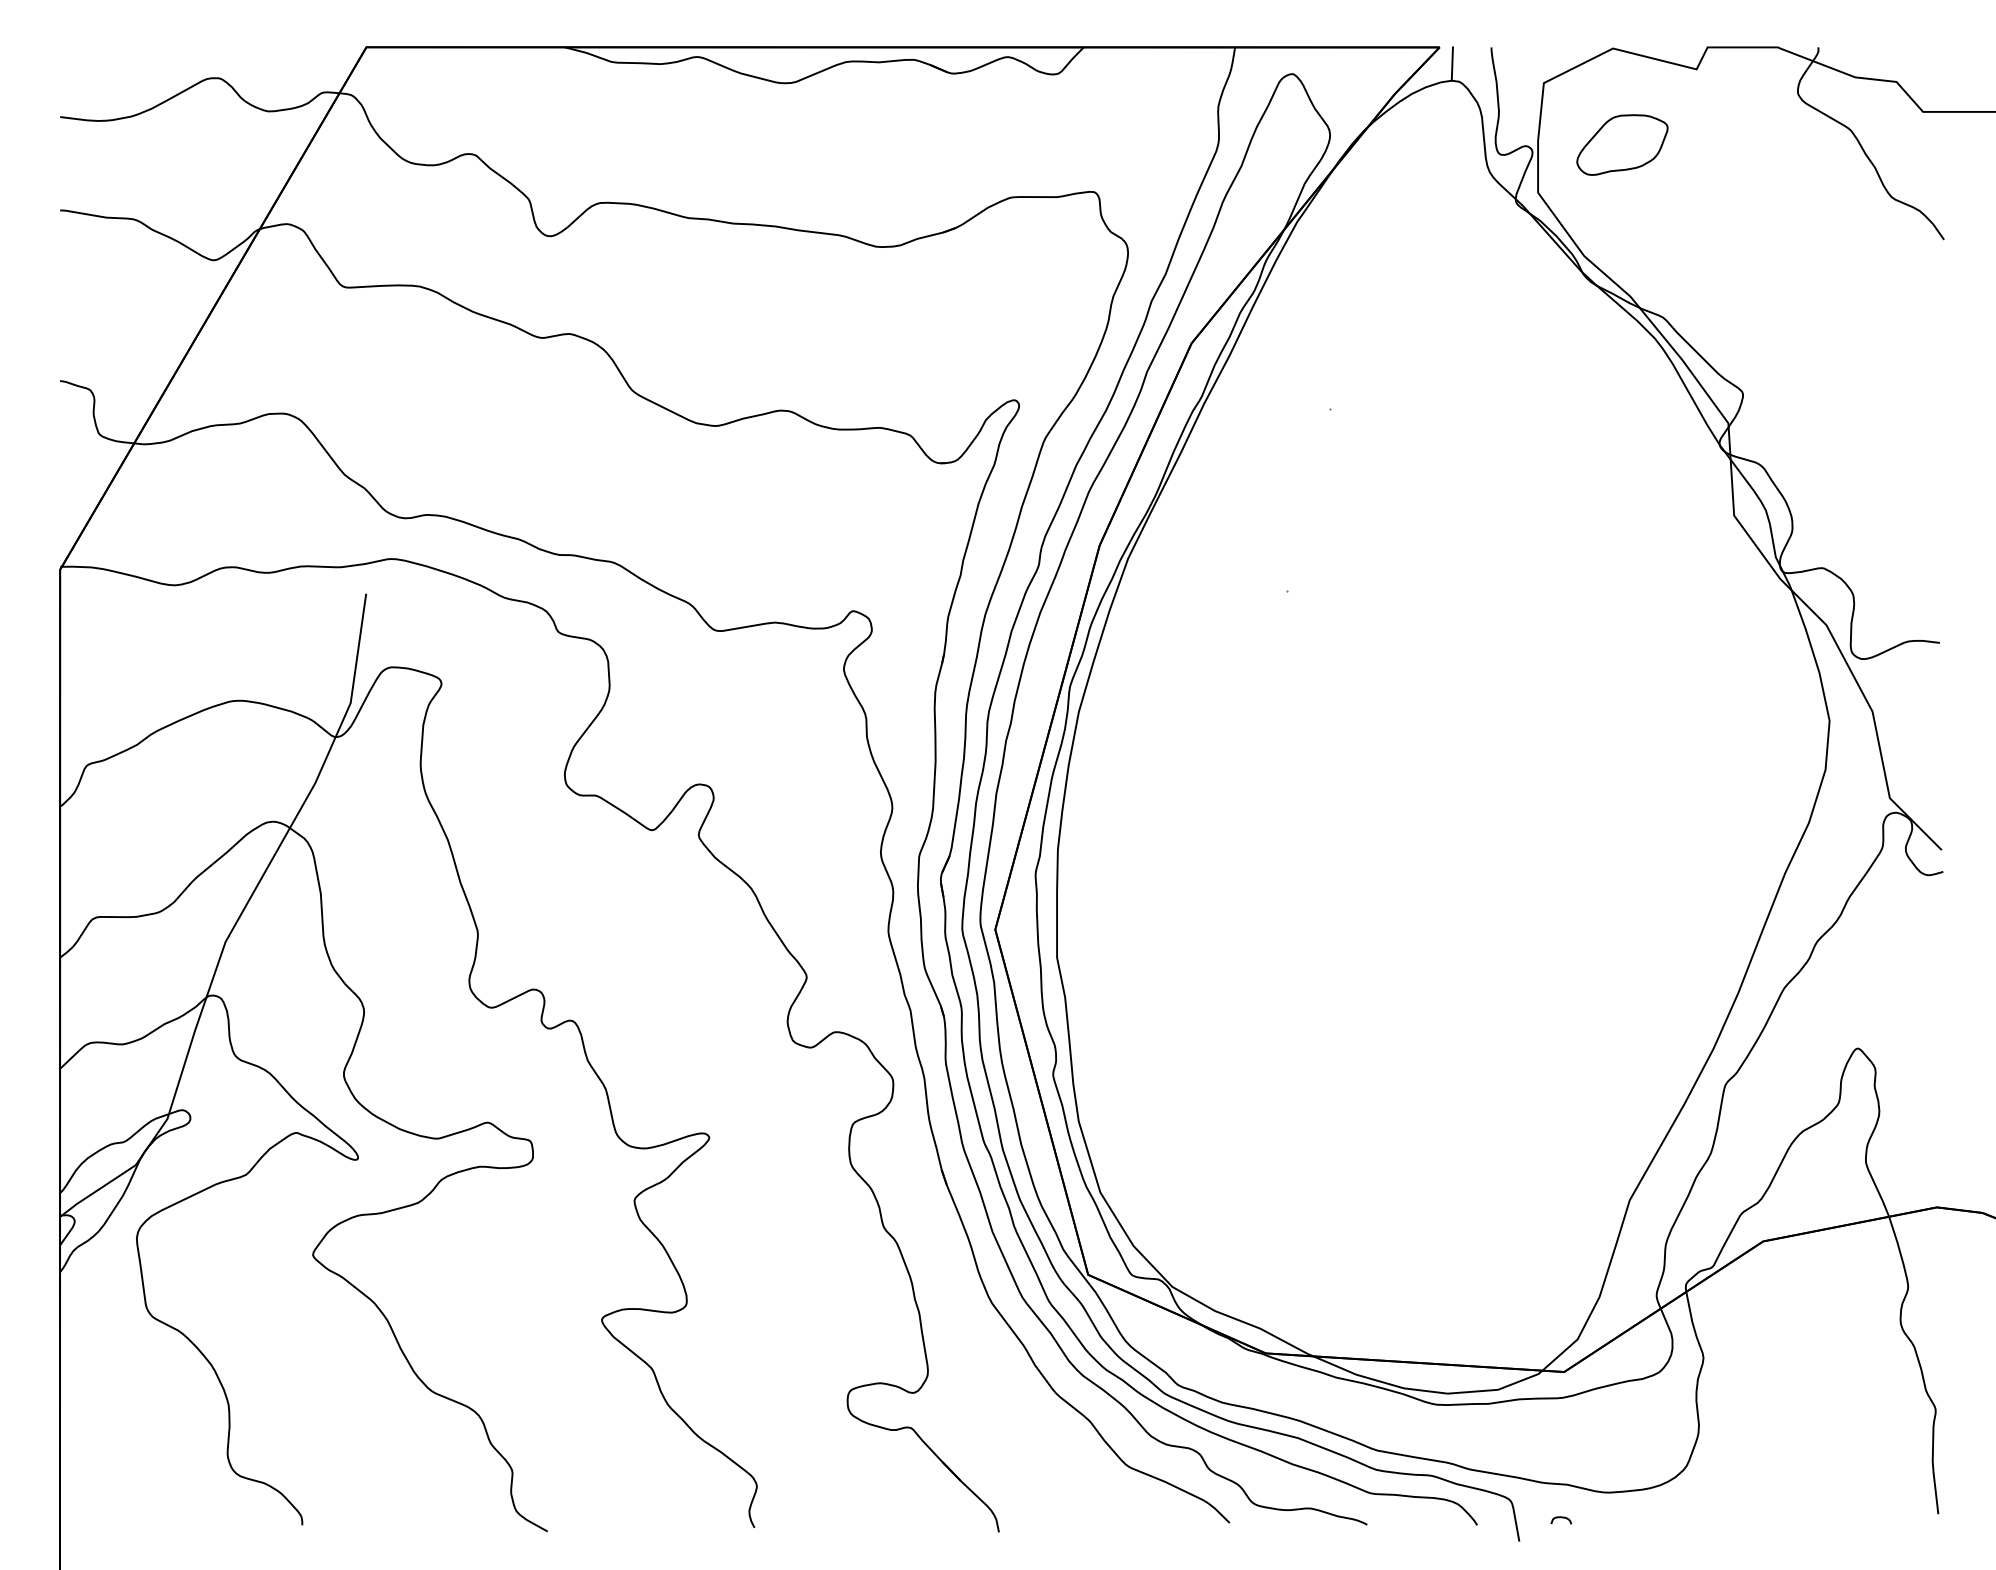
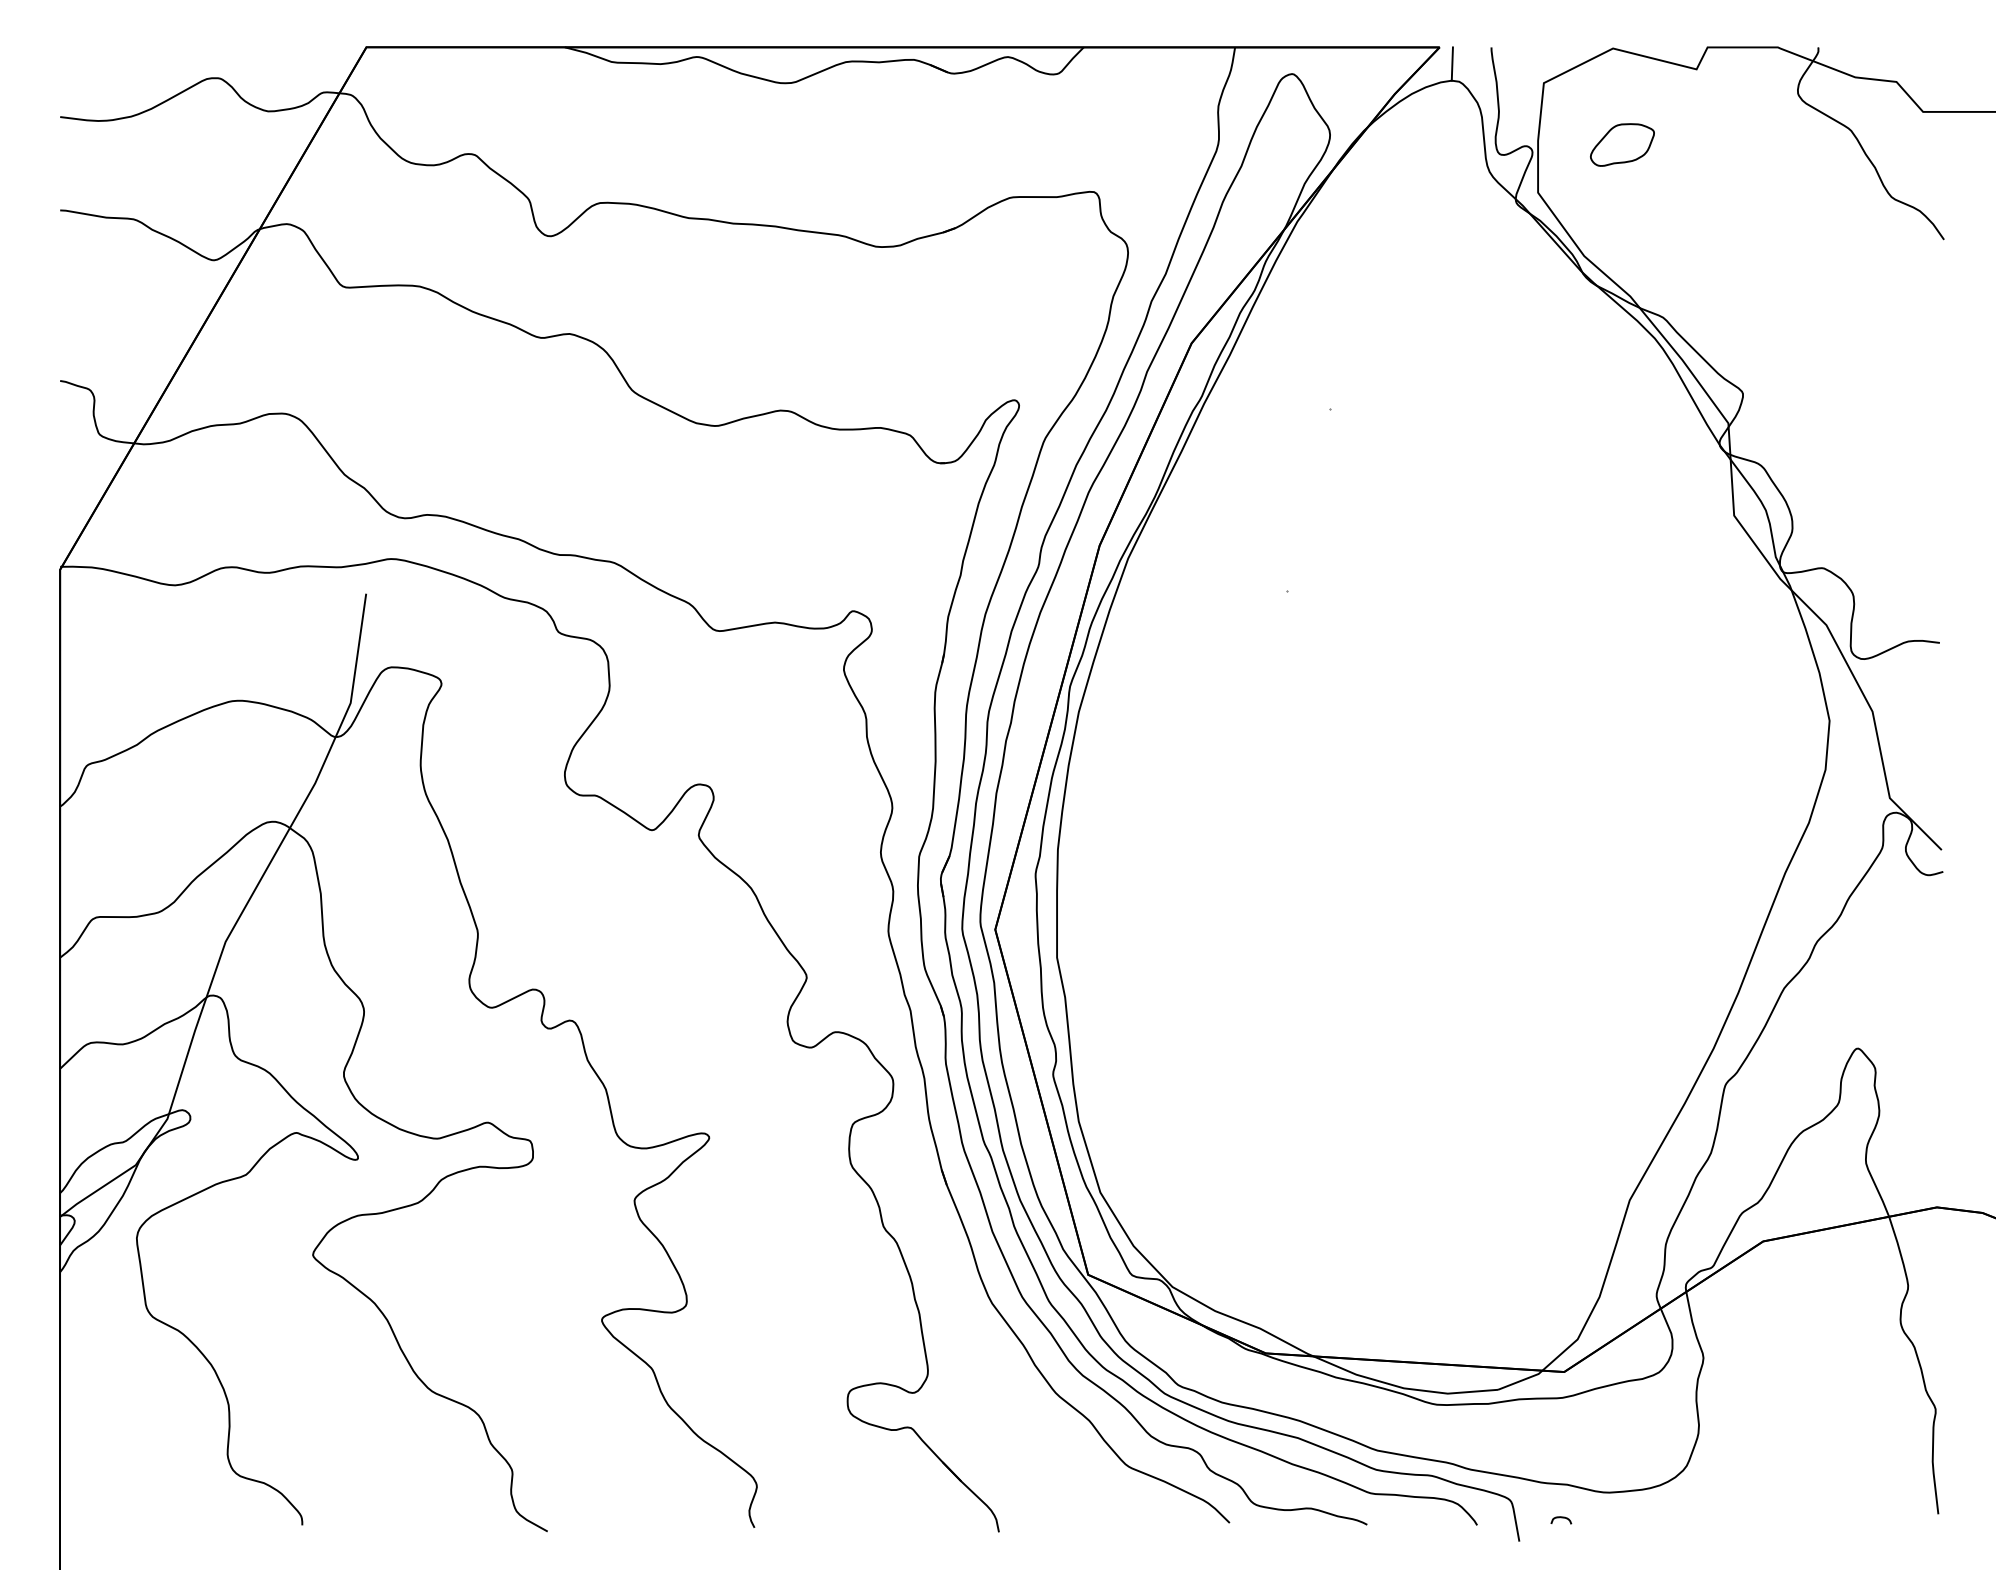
part at (1622, 144) size: 93x62 px -> 65x44 px
